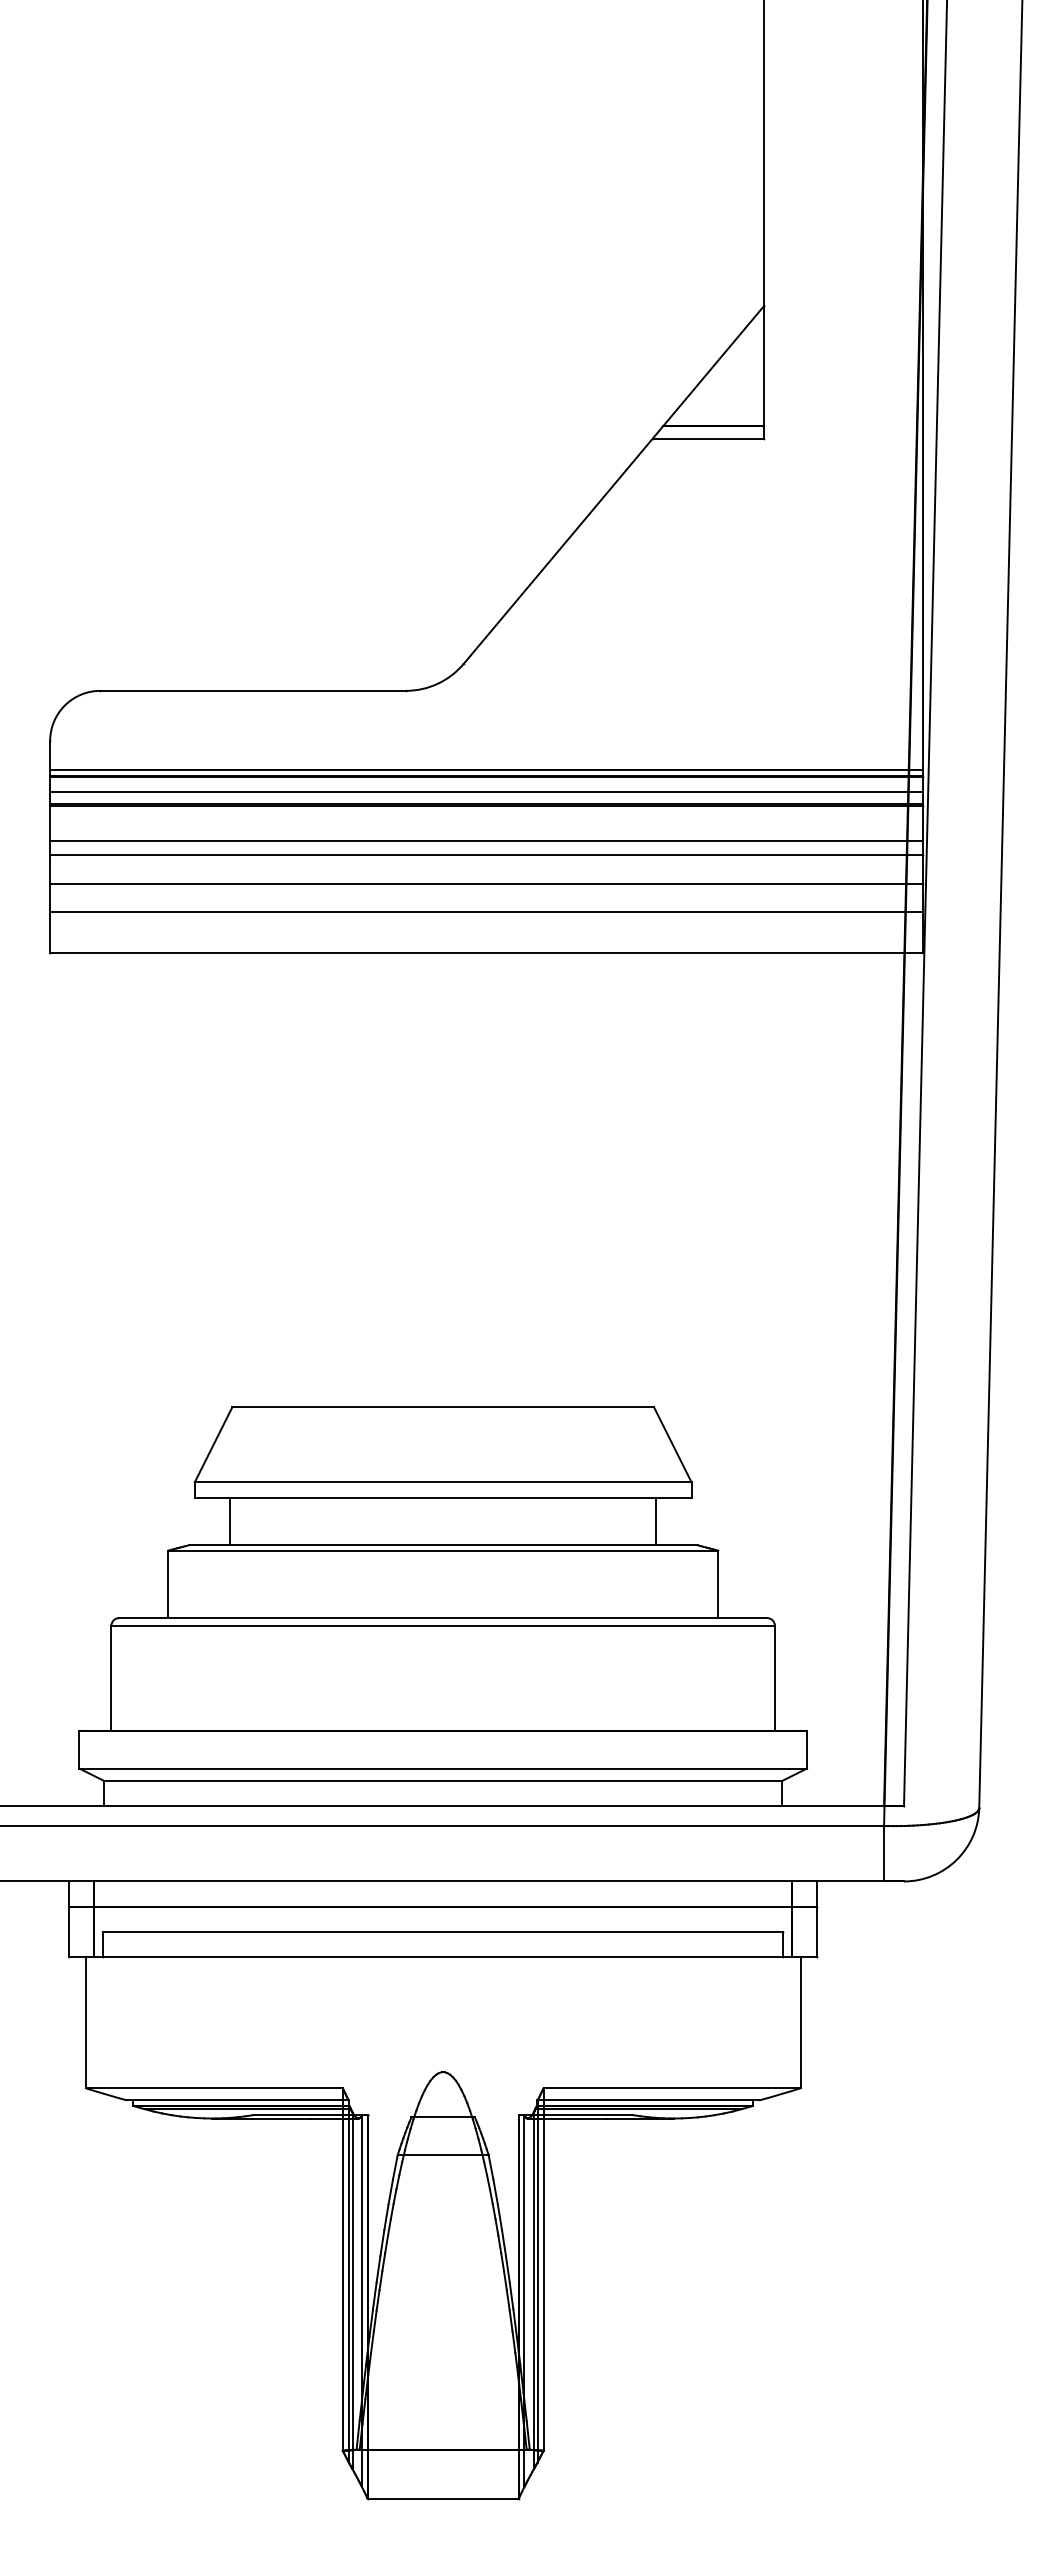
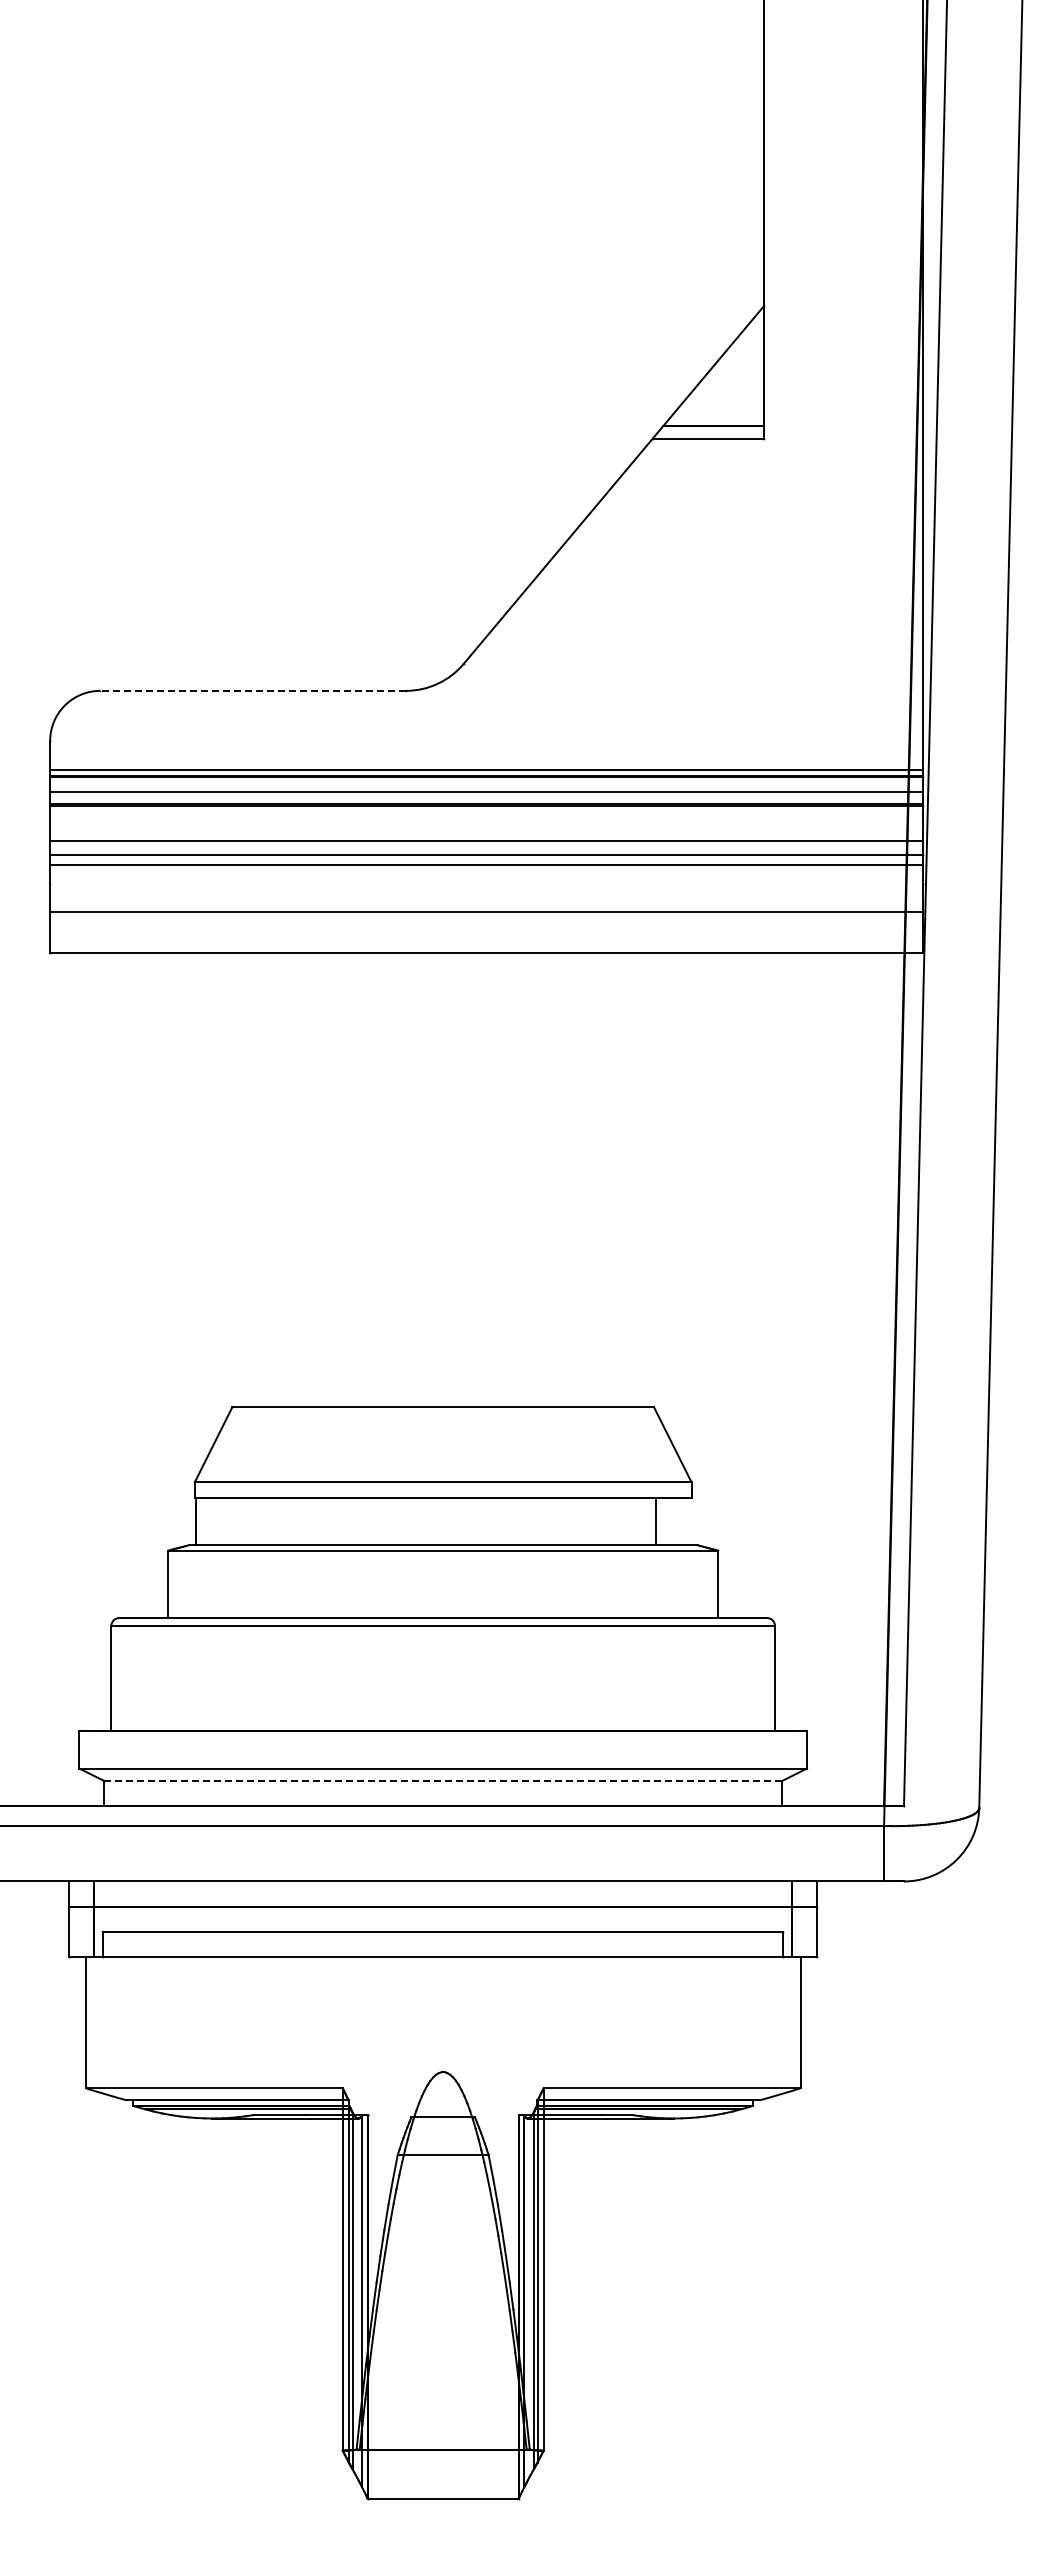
line at (253, 690): solid -> dashed
line at (486, 883) position: (486, 883) -> (486, 864)
line at (229, 1521) position: (229, 1521) -> (195, 1521)
line at (443, 1781): solid -> dashed
